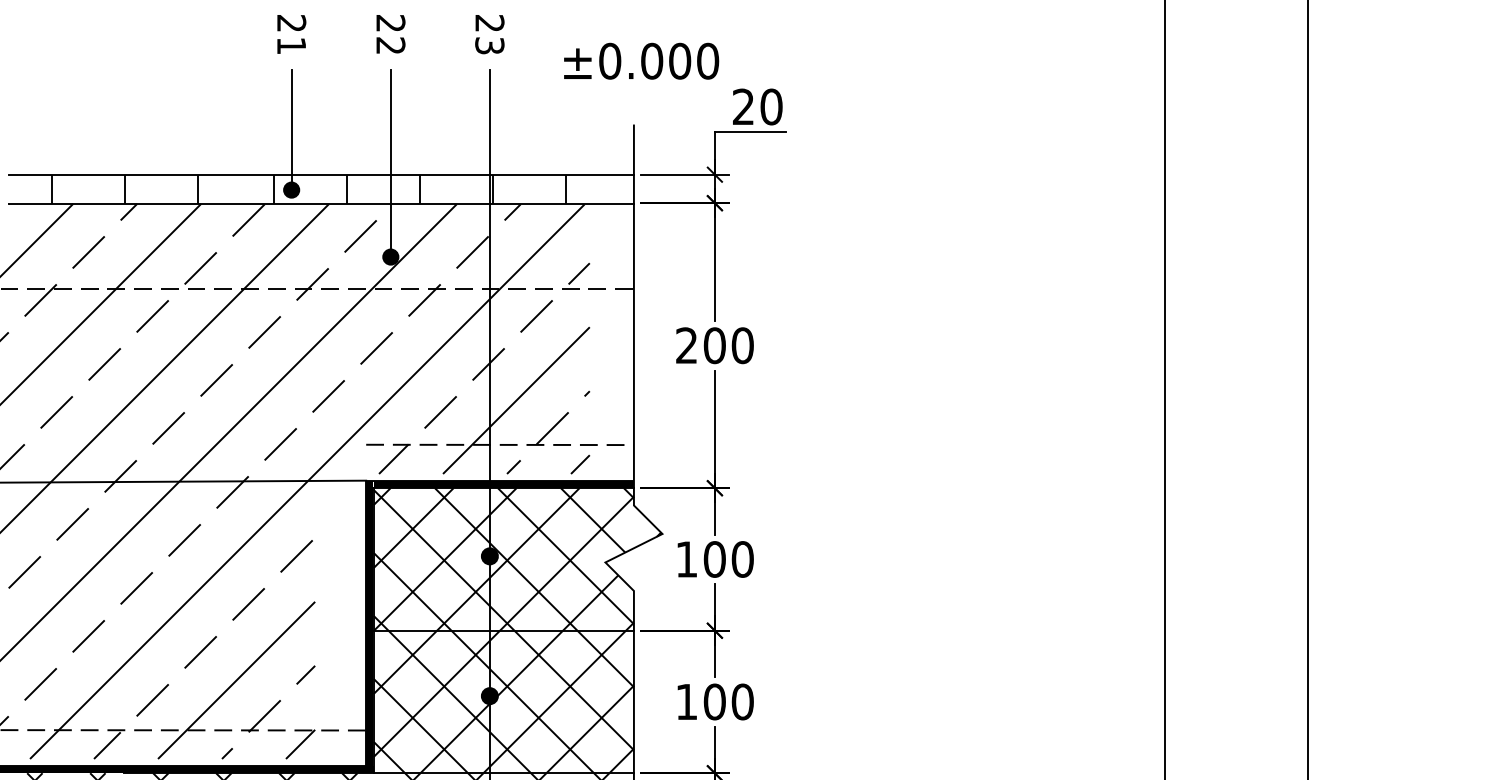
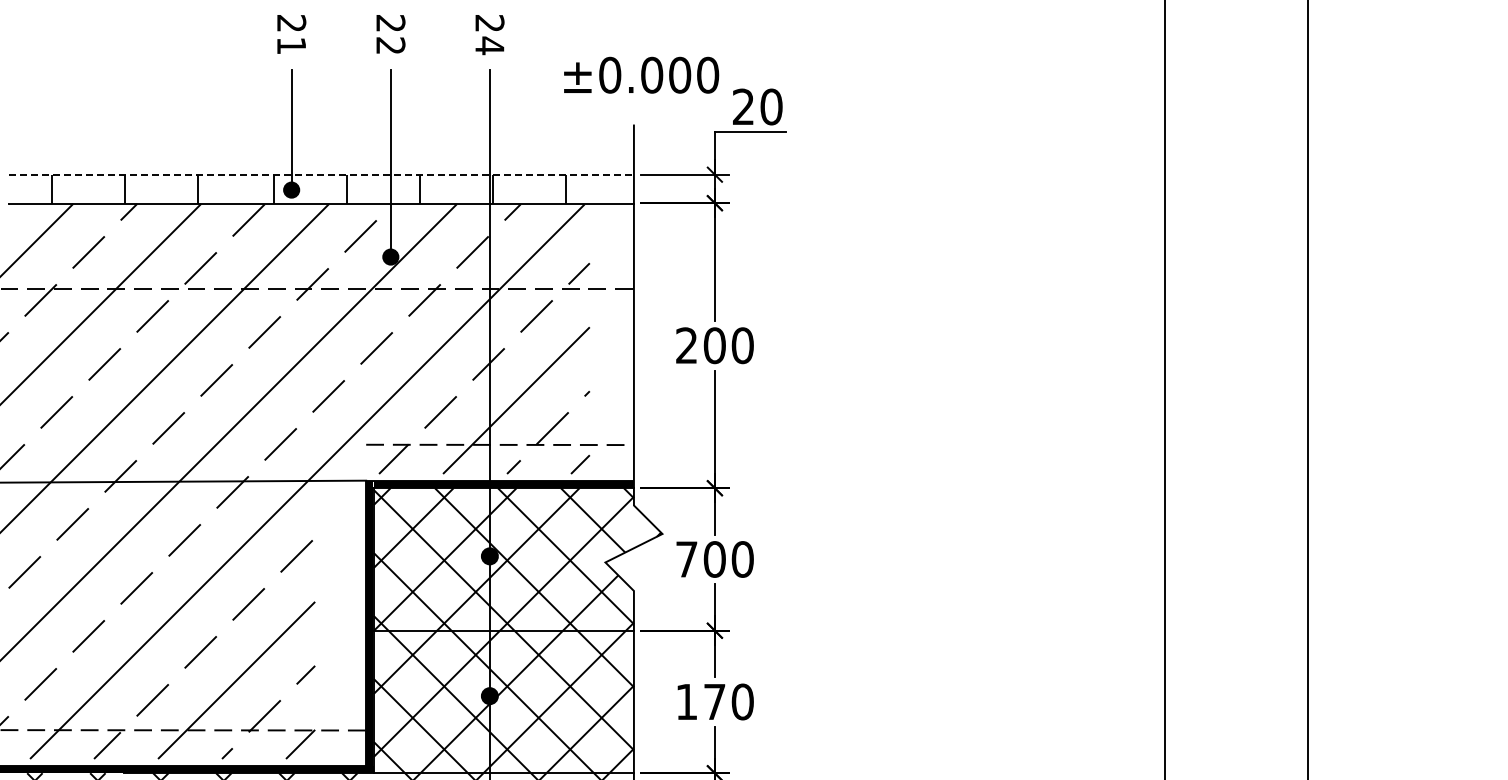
text at (489, 45): 23 -> 24
text at (641, 60) position: (641, 60) -> (641, 74)
line at (322, 175): solid -> dashed
text at (686, 559): 100 -> 700
text at (714, 701): 100 -> 170
